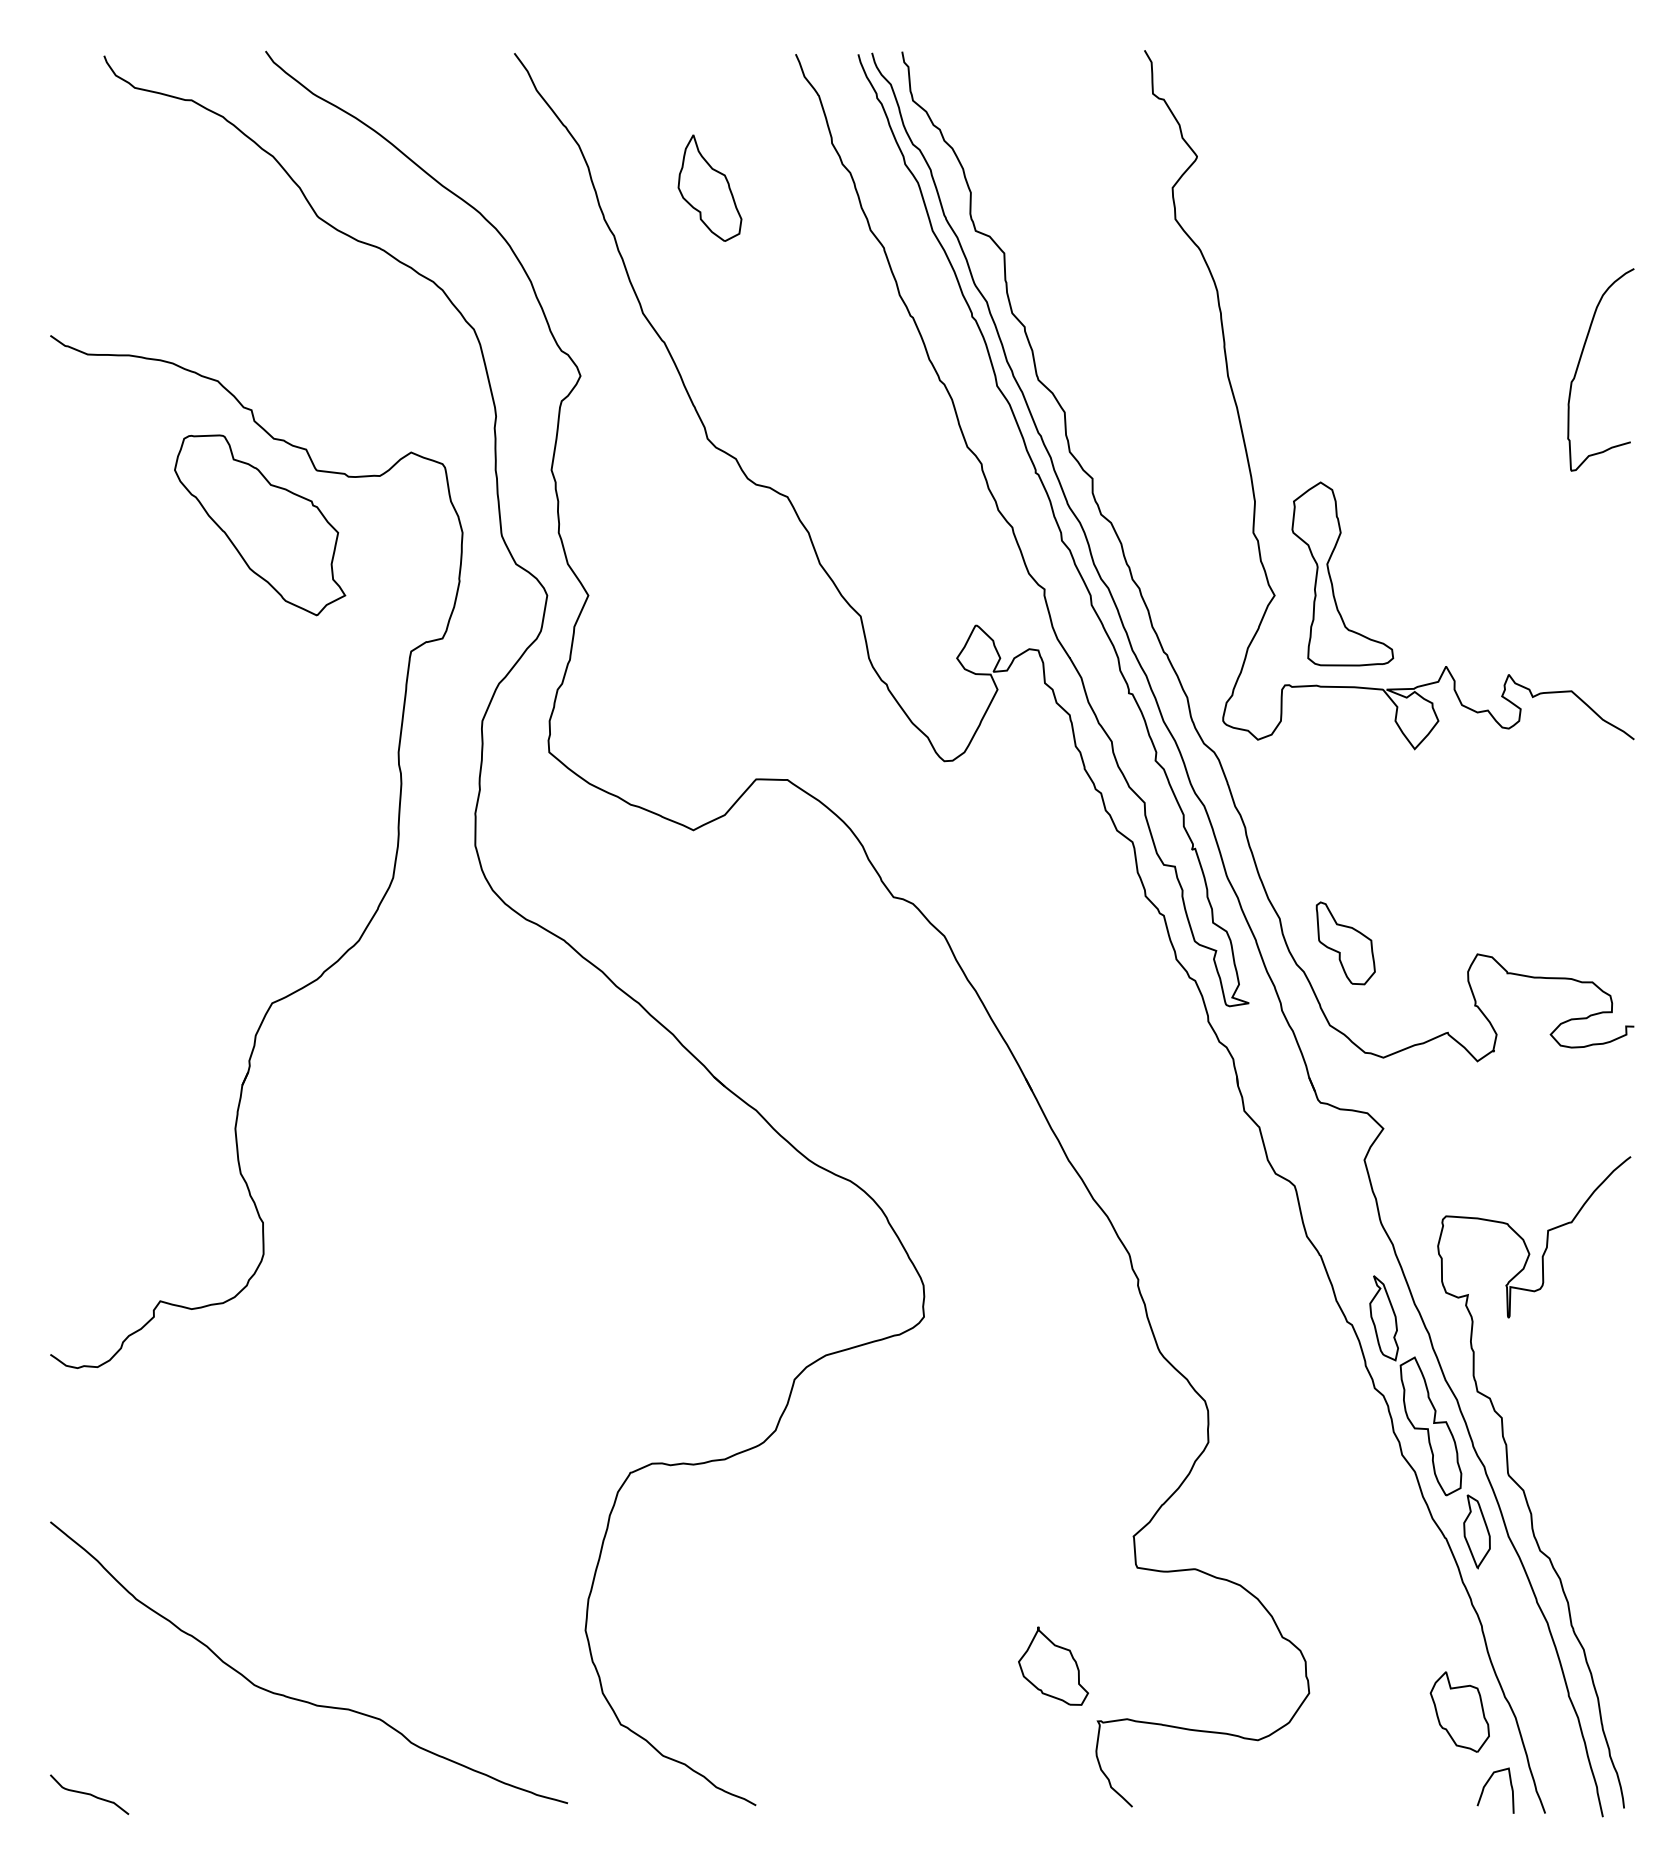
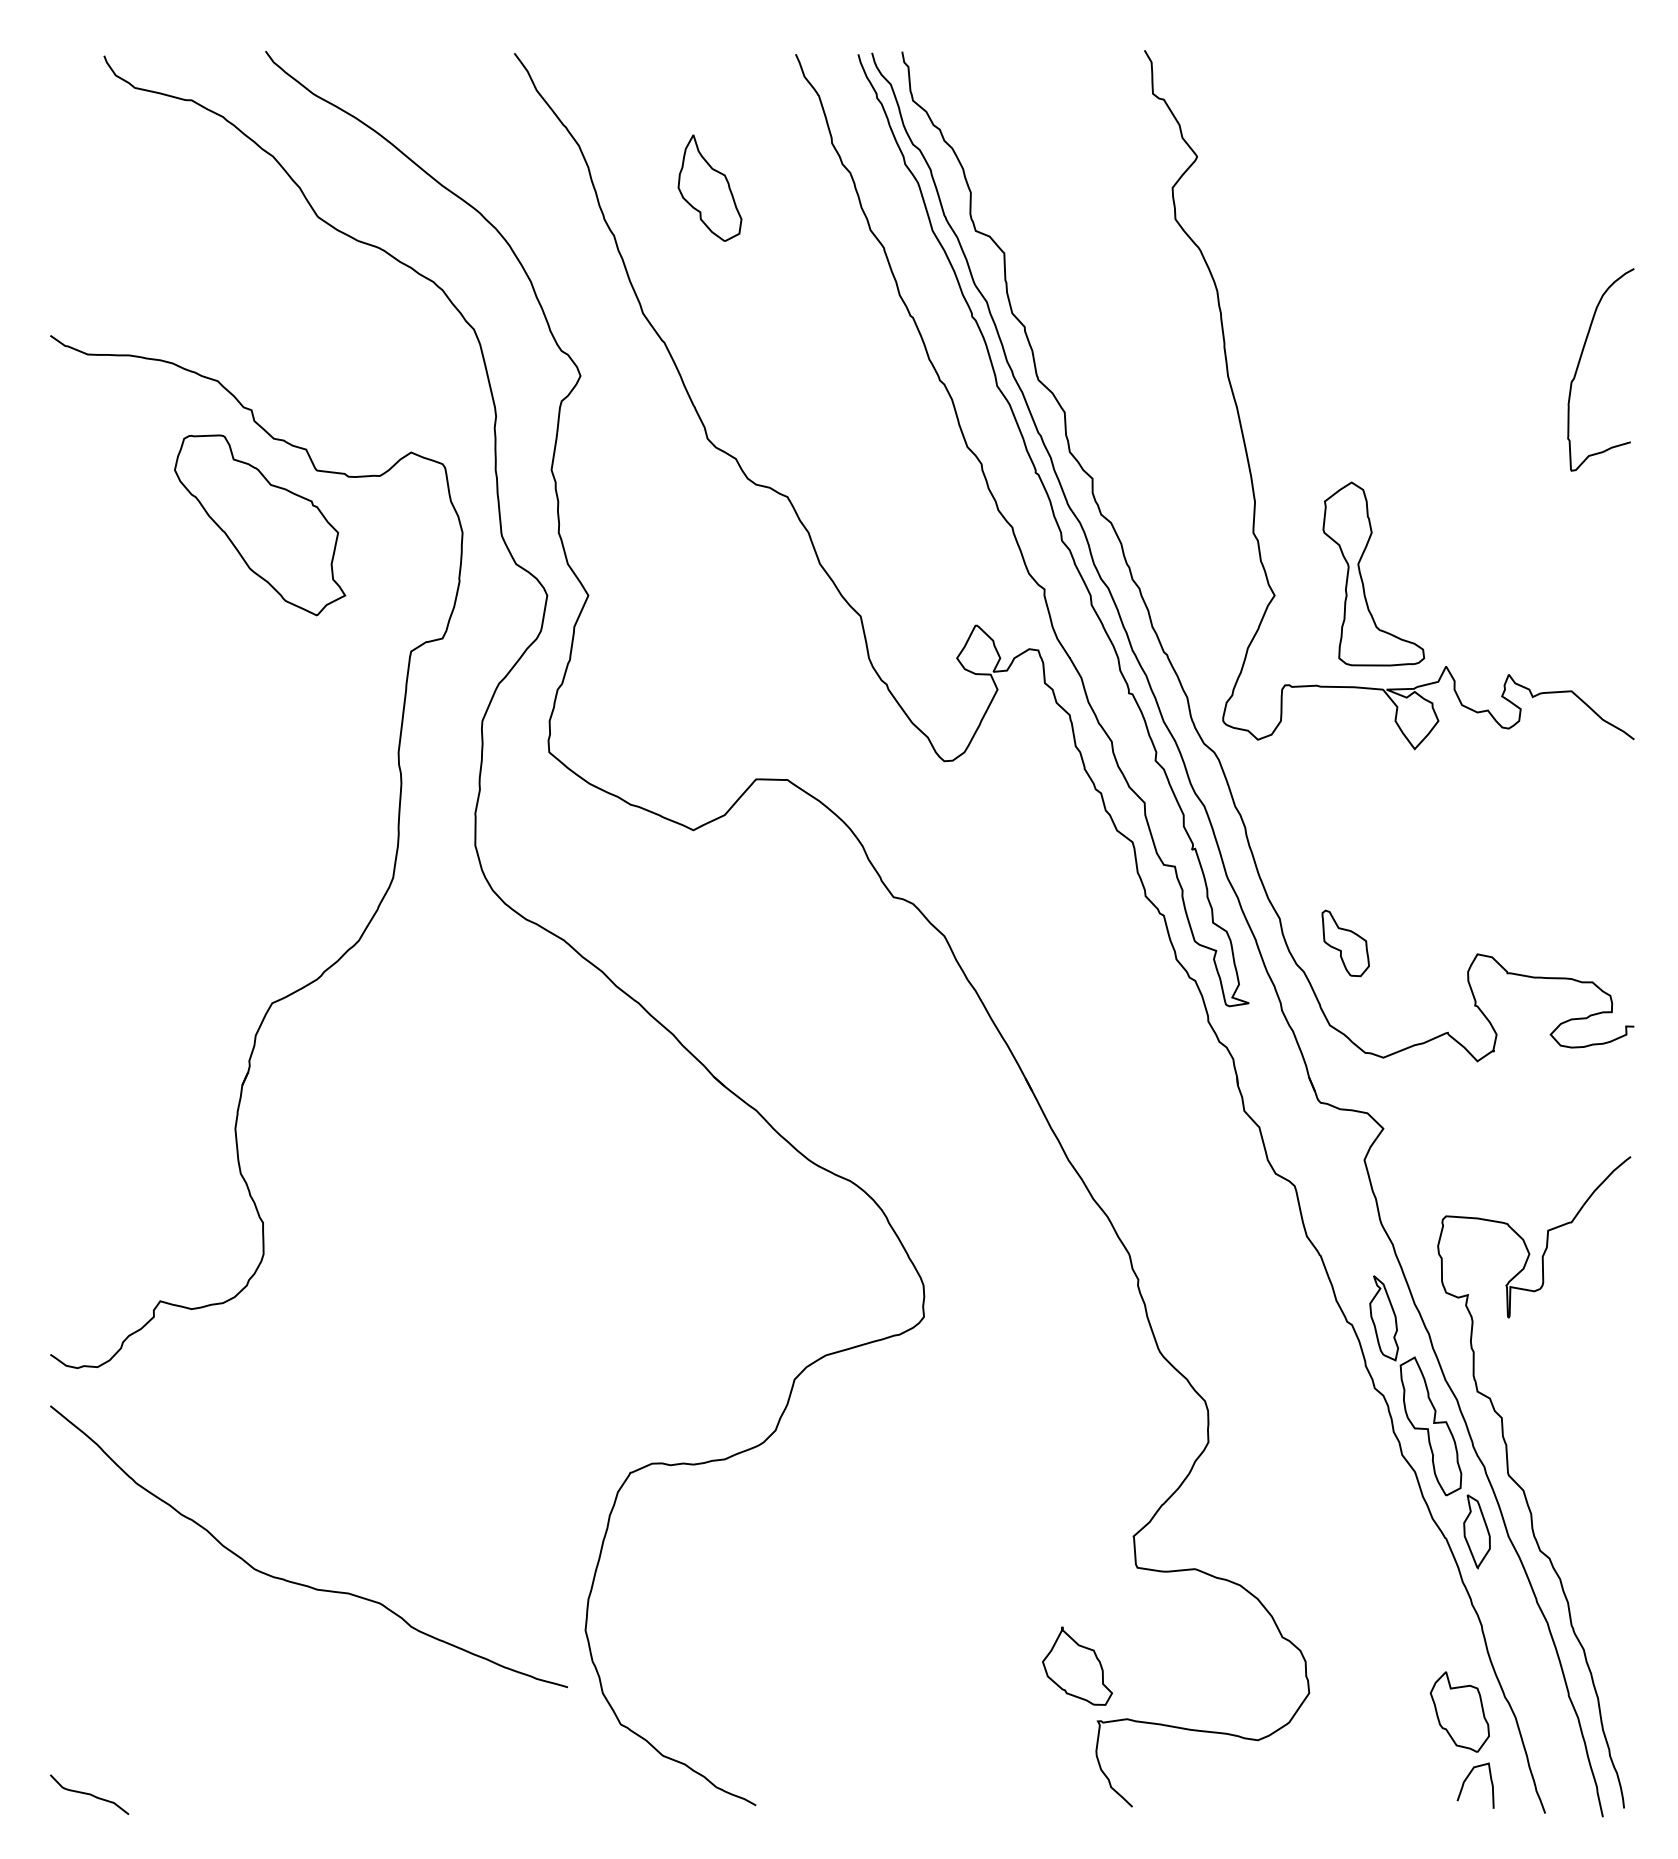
part at (1331, 577) position: (1331, 577) -> (1362, 577)
part at (1345, 943) size: 61x85 px -> 49x69 px
part at (1053, 1665) position: (1053, 1665) -> (1077, 1665)
curve at (301, 1699) position: (301, 1699) -> (301, 1583)
curve at (1486, 1785) position: (1486, 1785) -> (1466, 1780)
